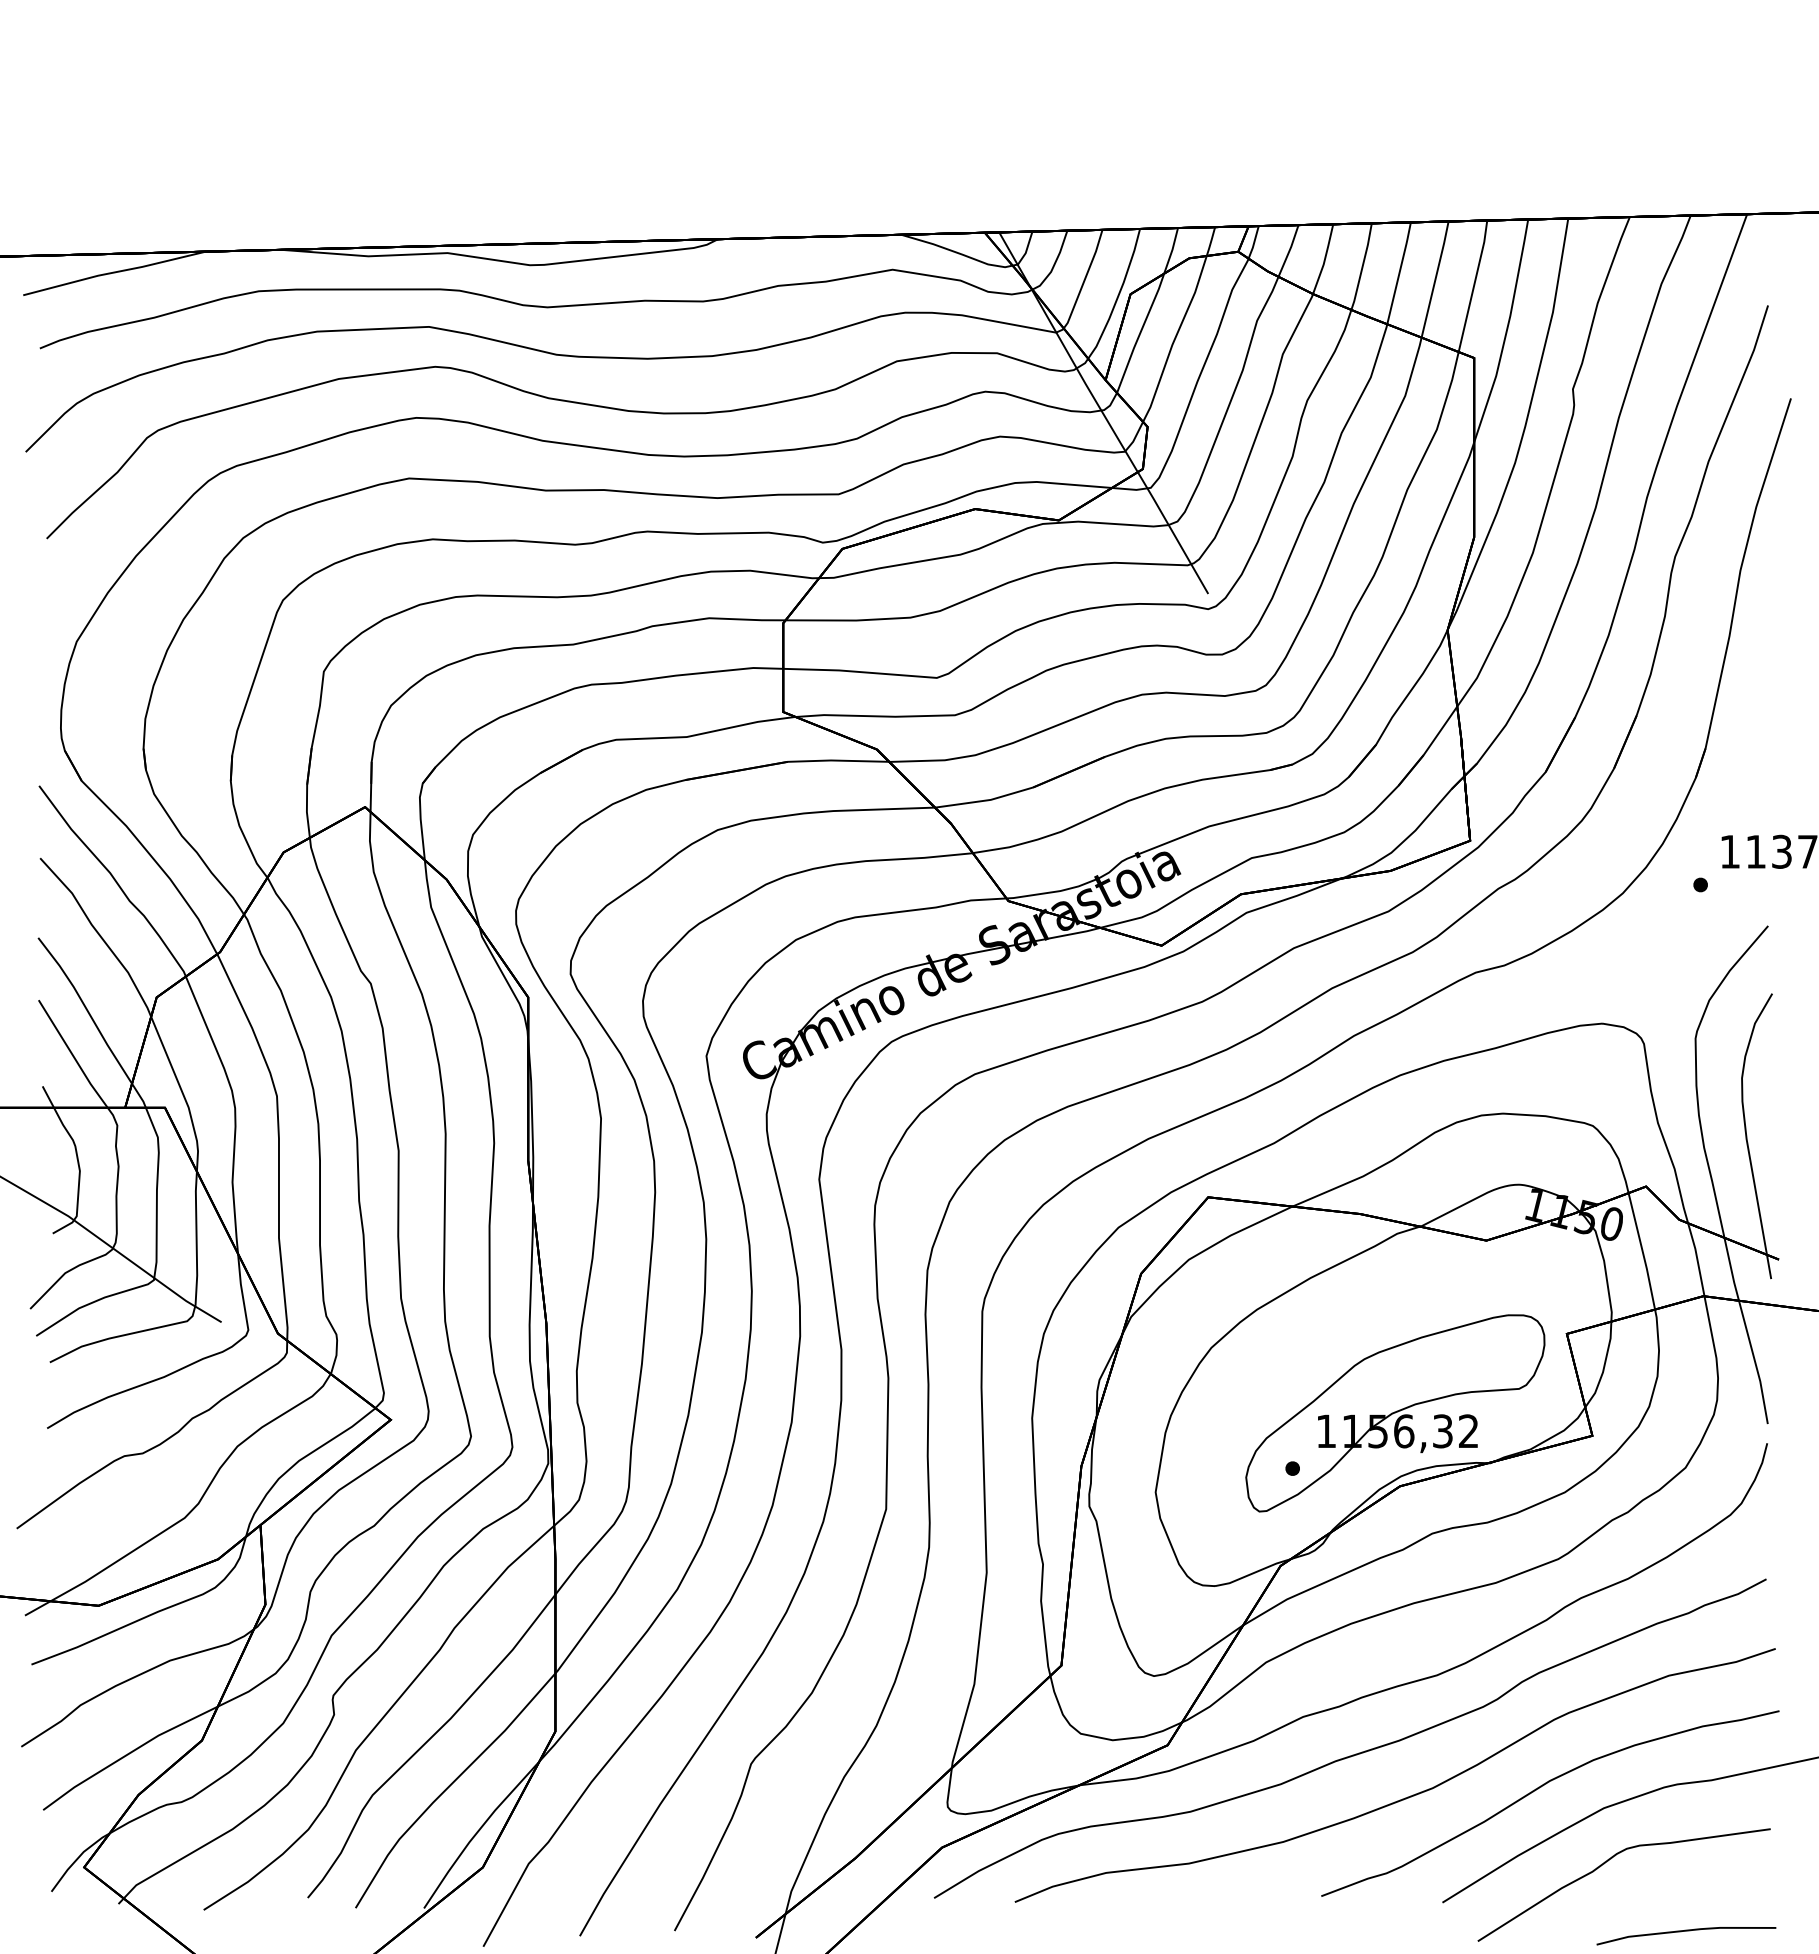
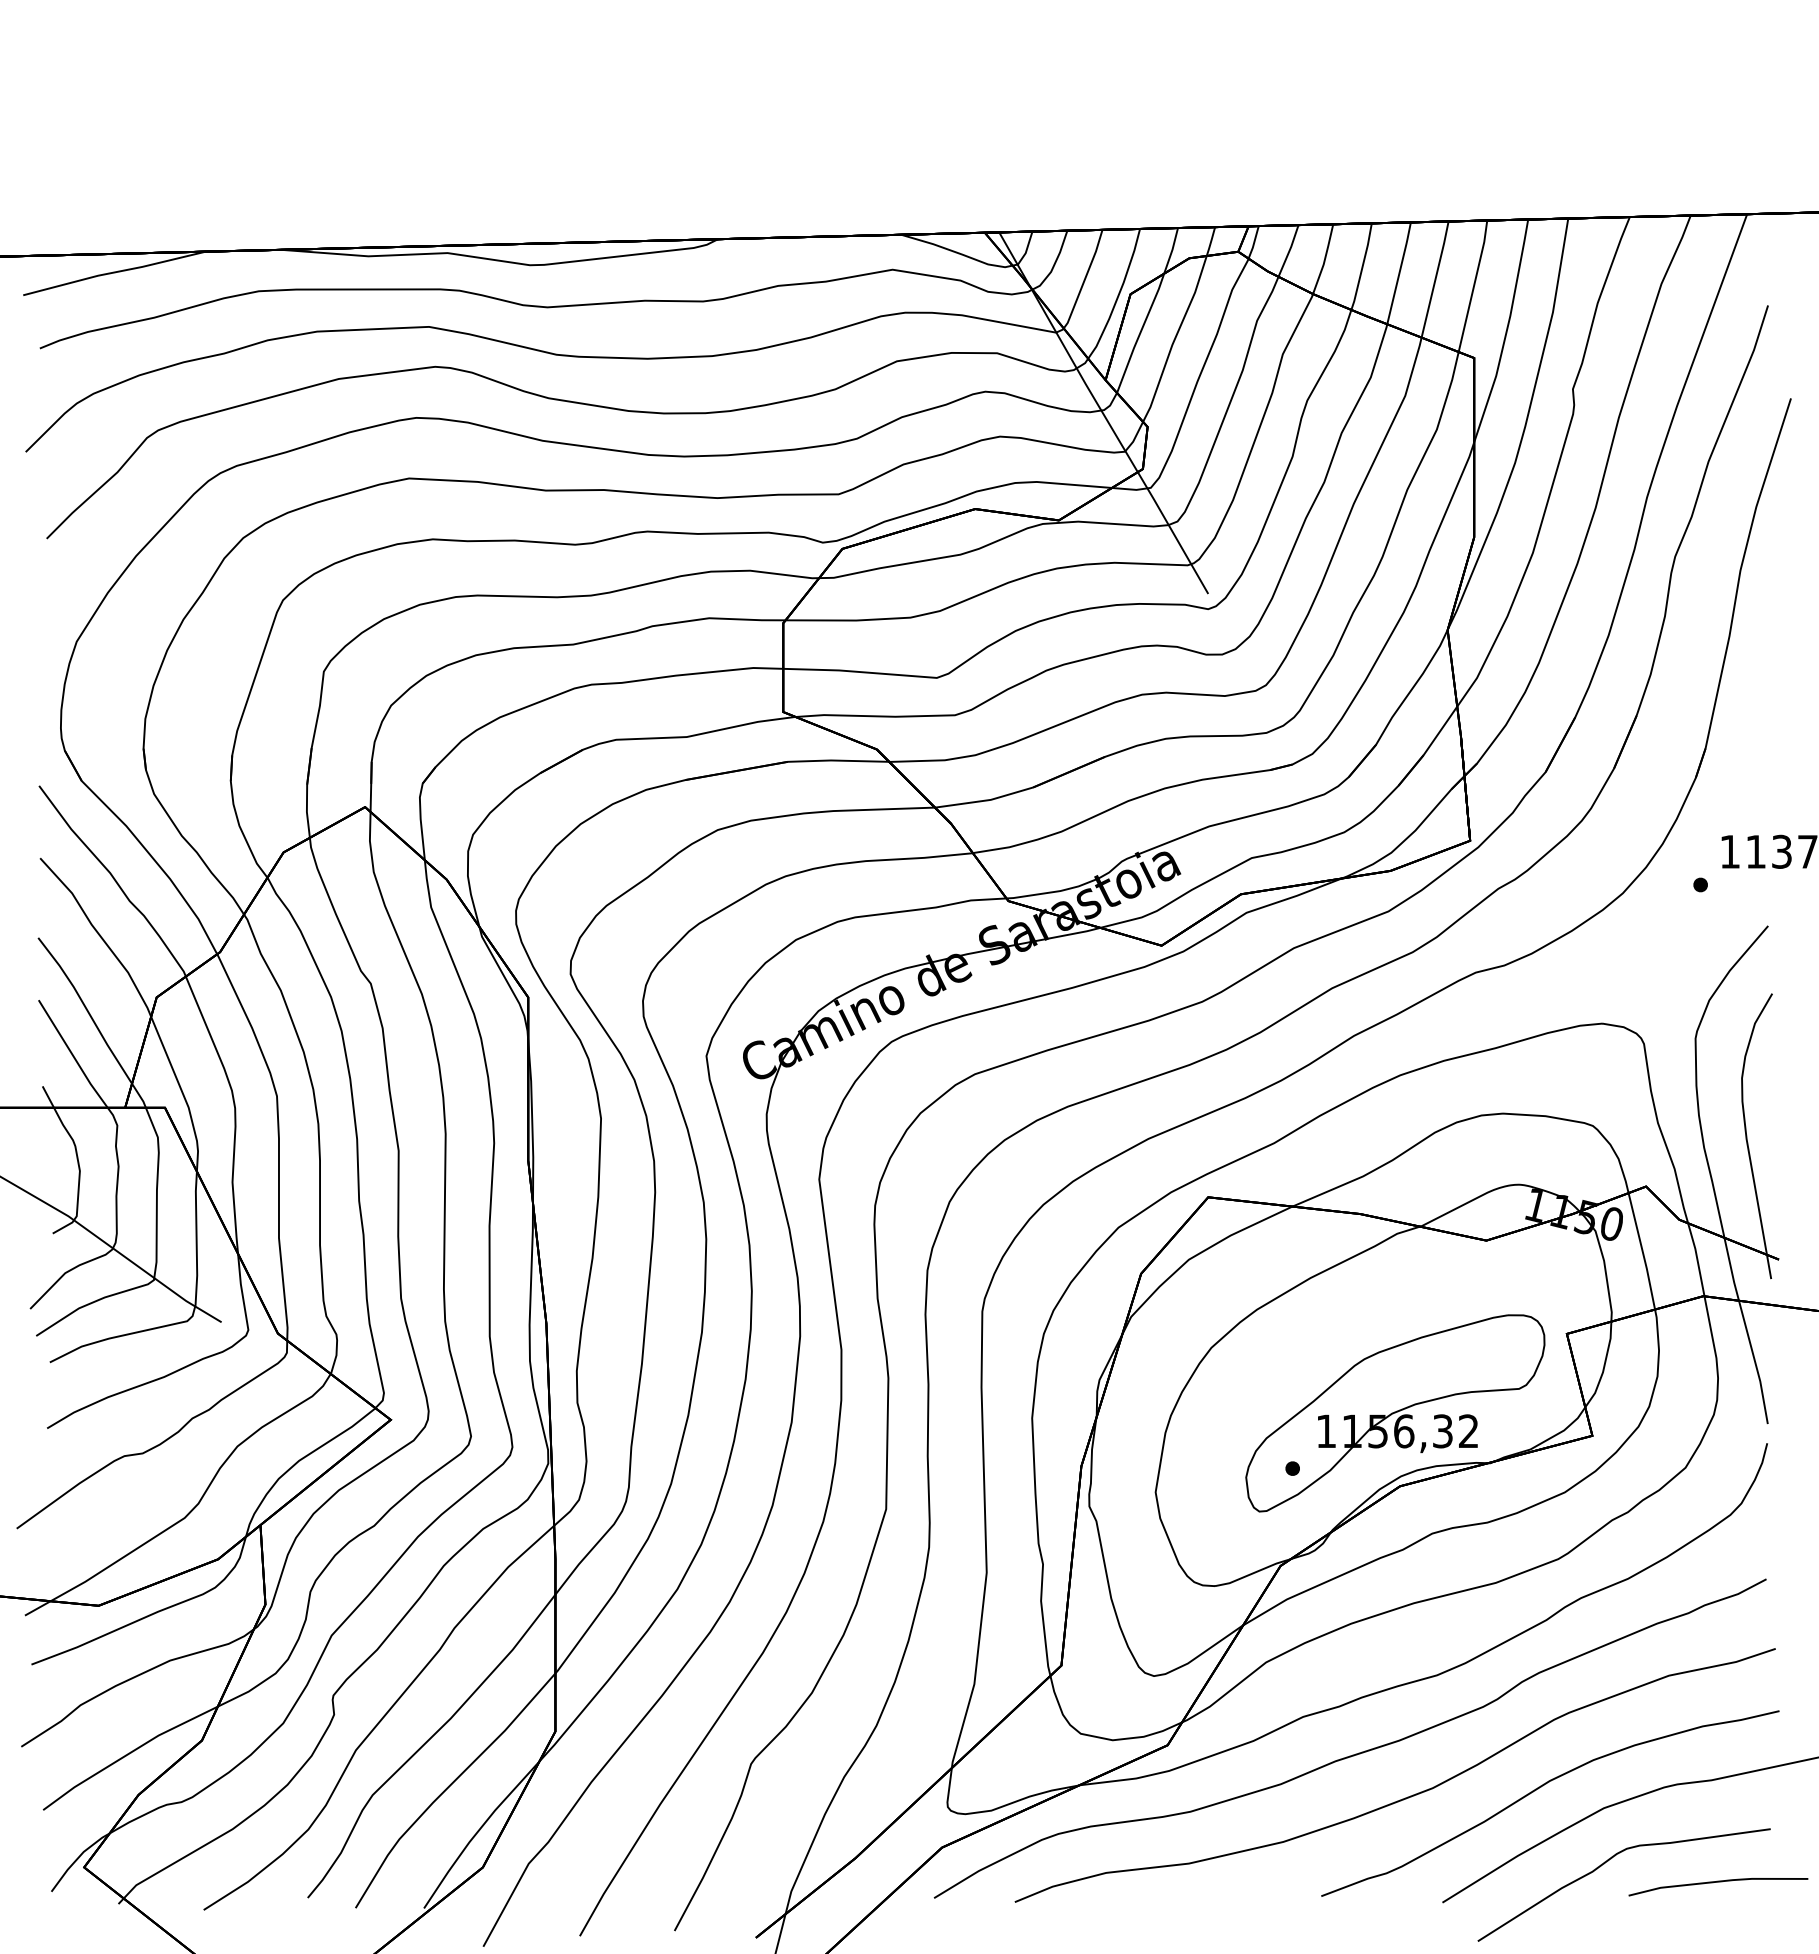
line at (1686, 1931) position: (1686, 1931) -> (1718, 1882)
